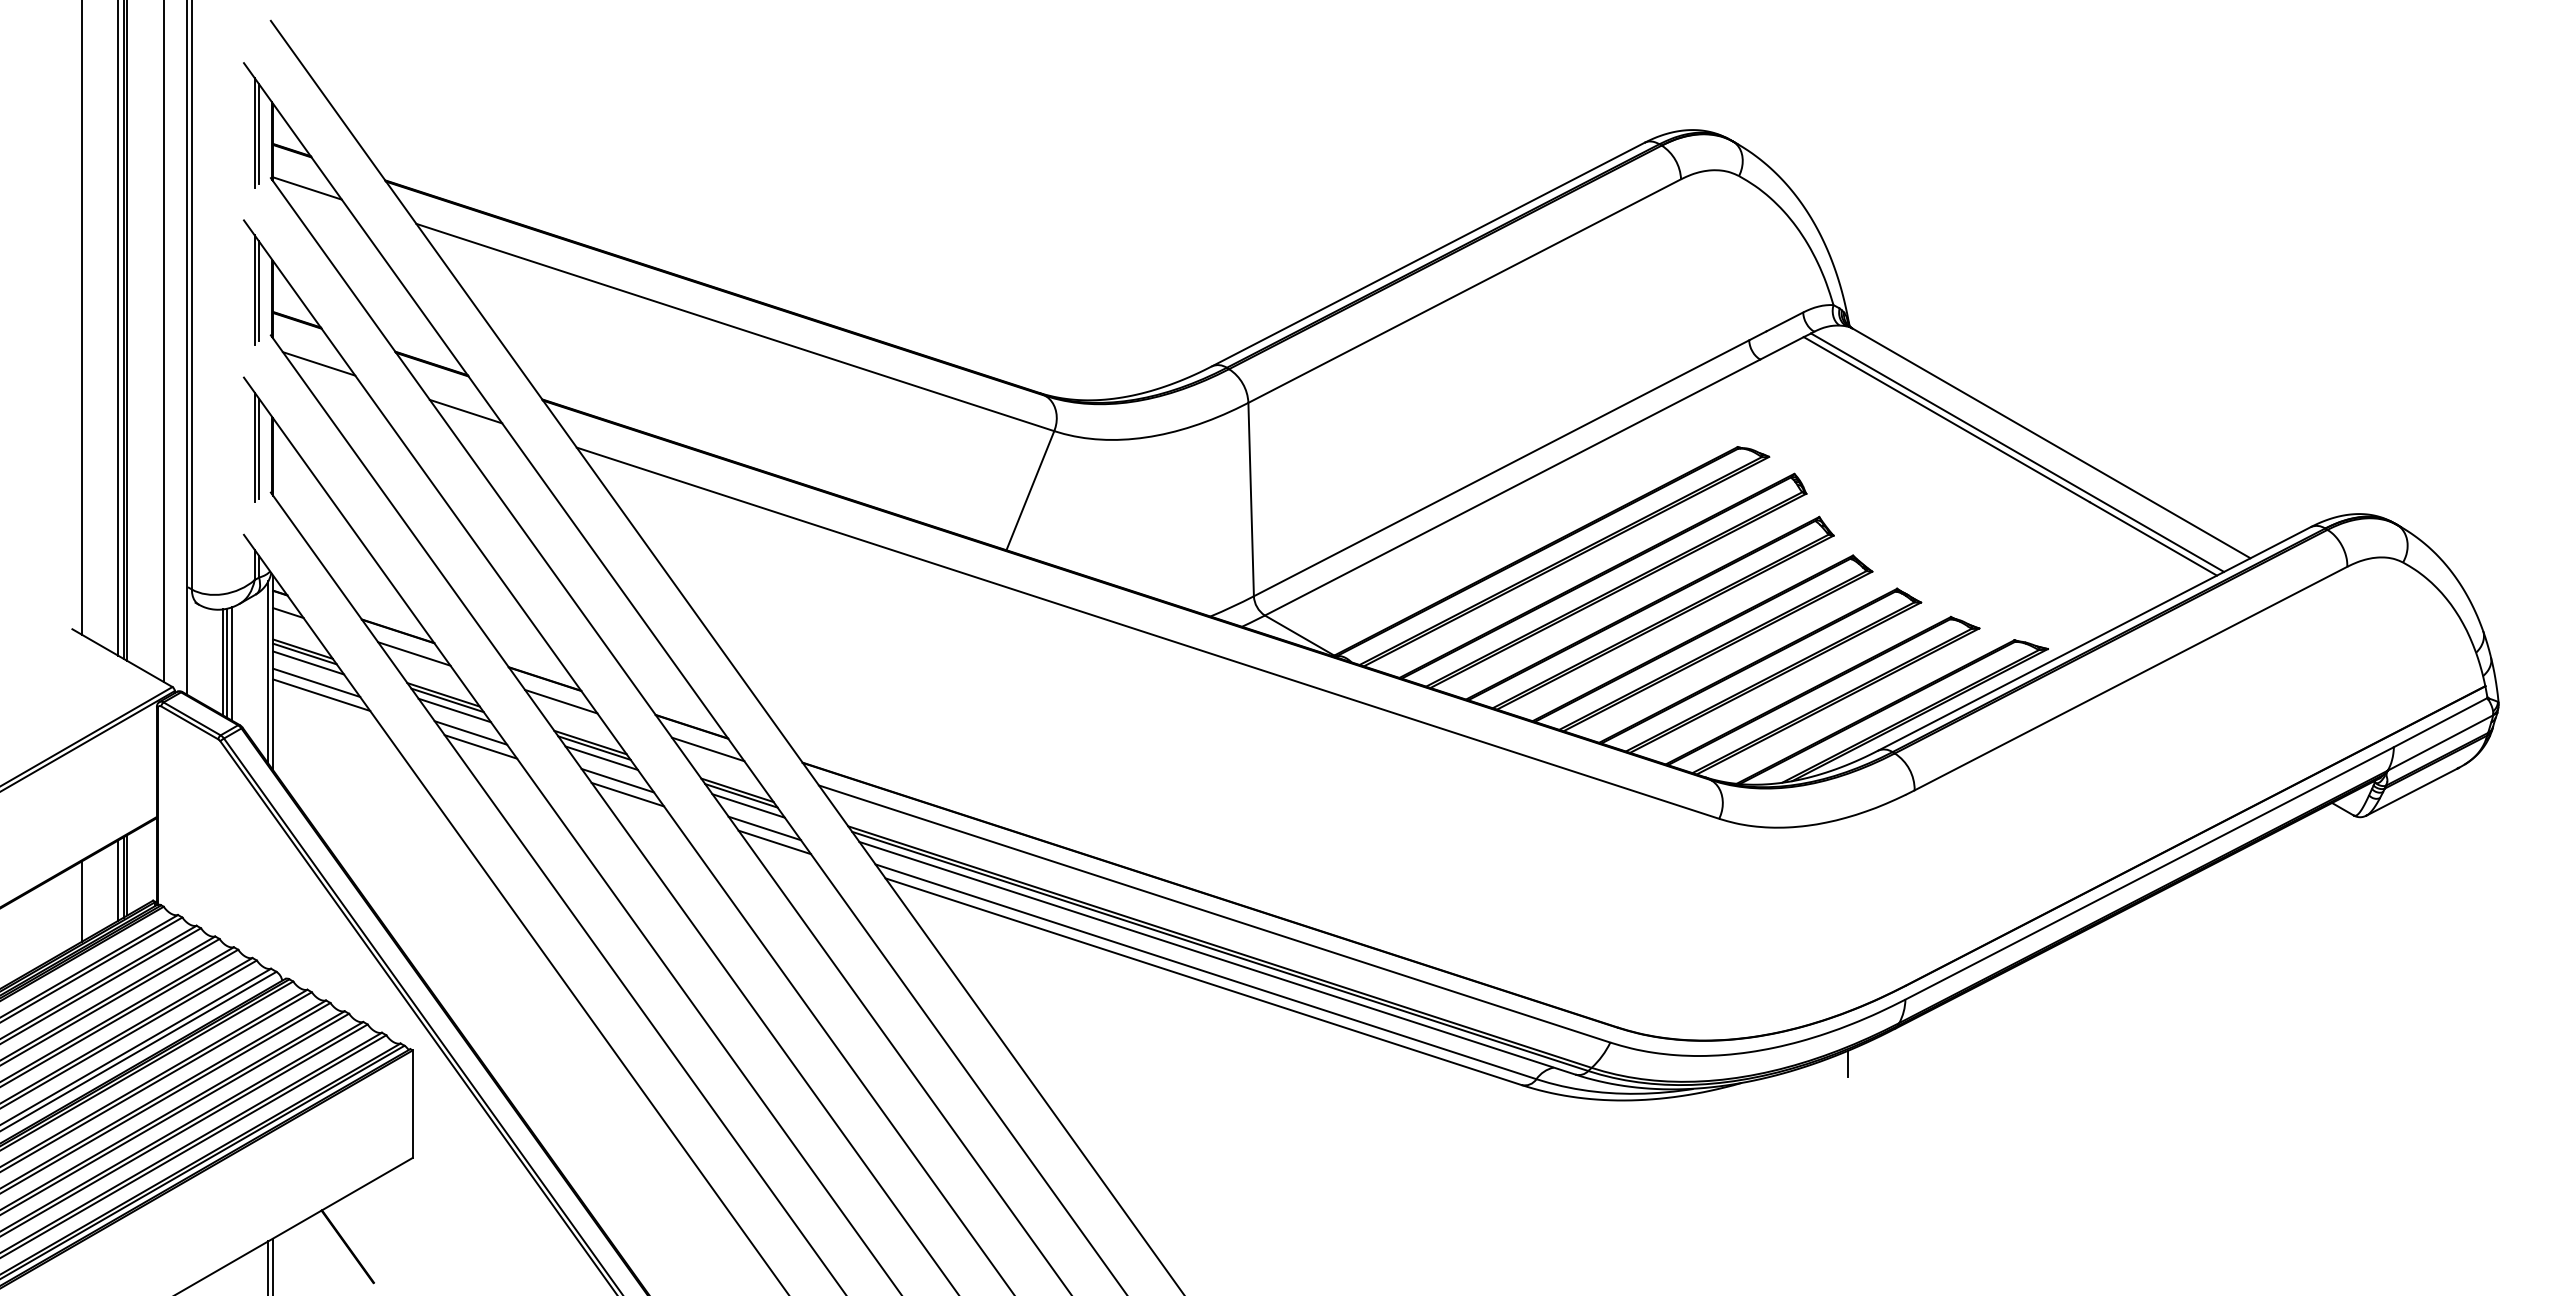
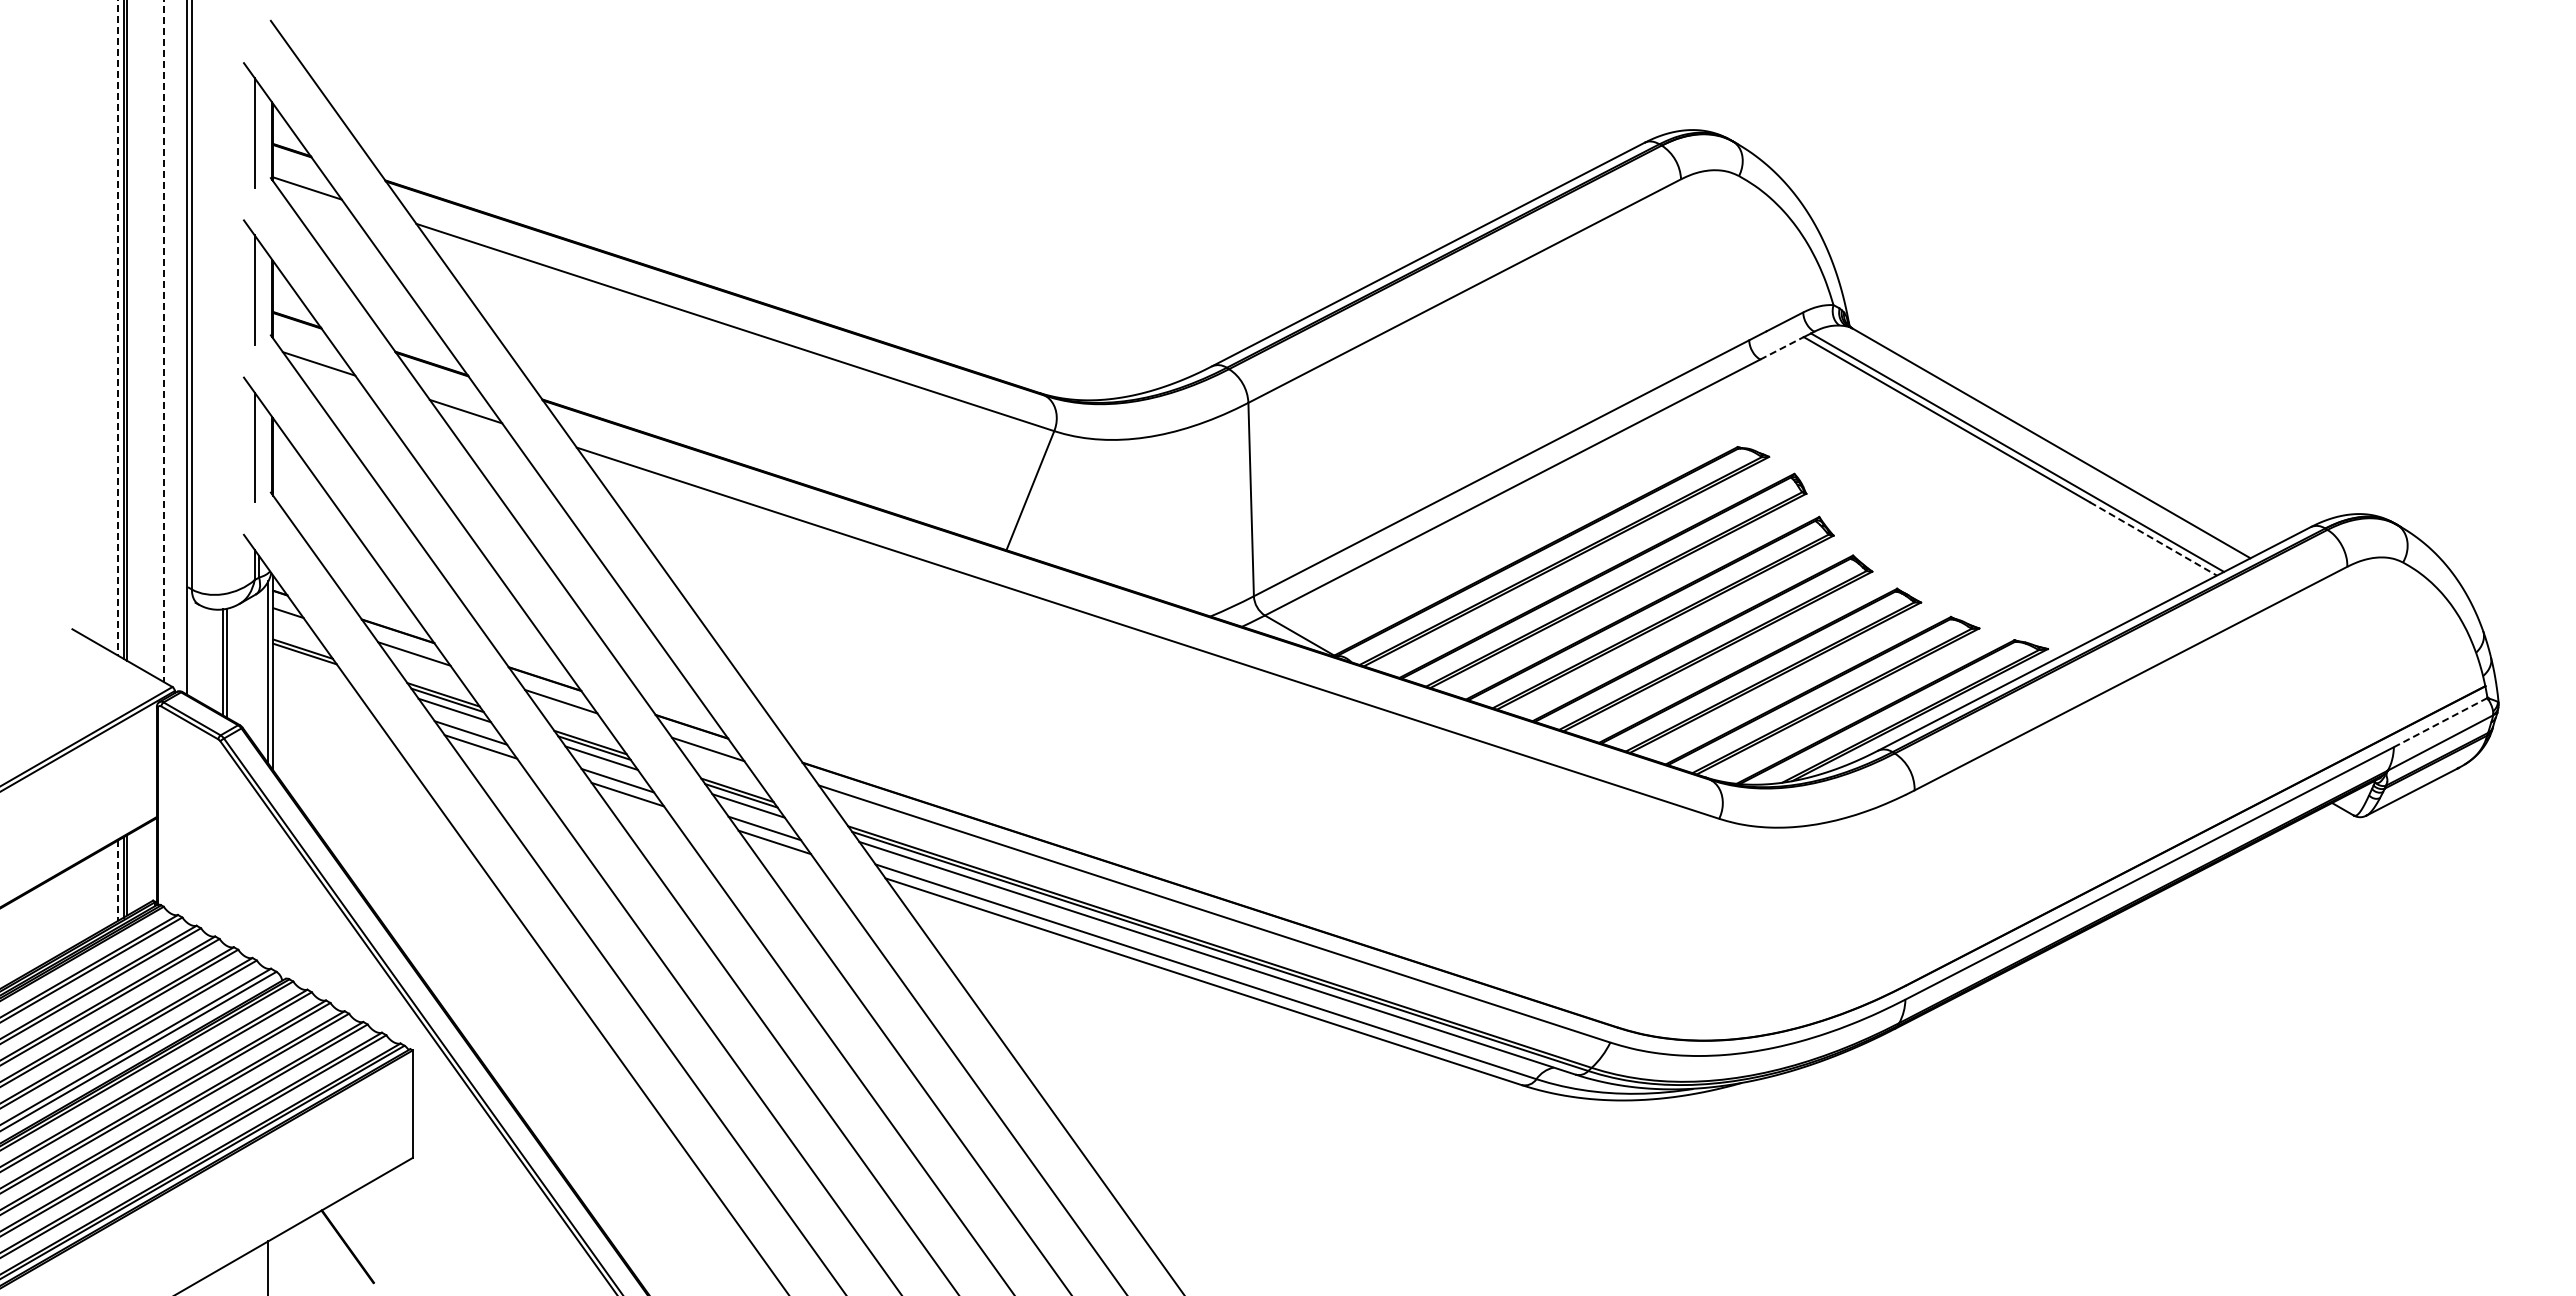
line at (259, 134): present -> none
line at (259, 291): present -> none
line at (82, 318): present -> none
line at (118, 328): solid -> dashed
line at (163, 340): solid -> dashed
line at (1782, 348): solid -> dashed
line at (259, 448): present -> none
line at (2153, 539): solid -> dashed
line at (308, 662): present -> none
line at (232, 663): present -> none
line at (316, 682): present -> none
line at (321, 694): present -> none
line at (2440, 722): solid -> dashed
line at (118, 881): solid -> dashed
line at (82, 901): present -> none
line at (1847, 1063): present -> none
line at (273, 1265): present -> none
